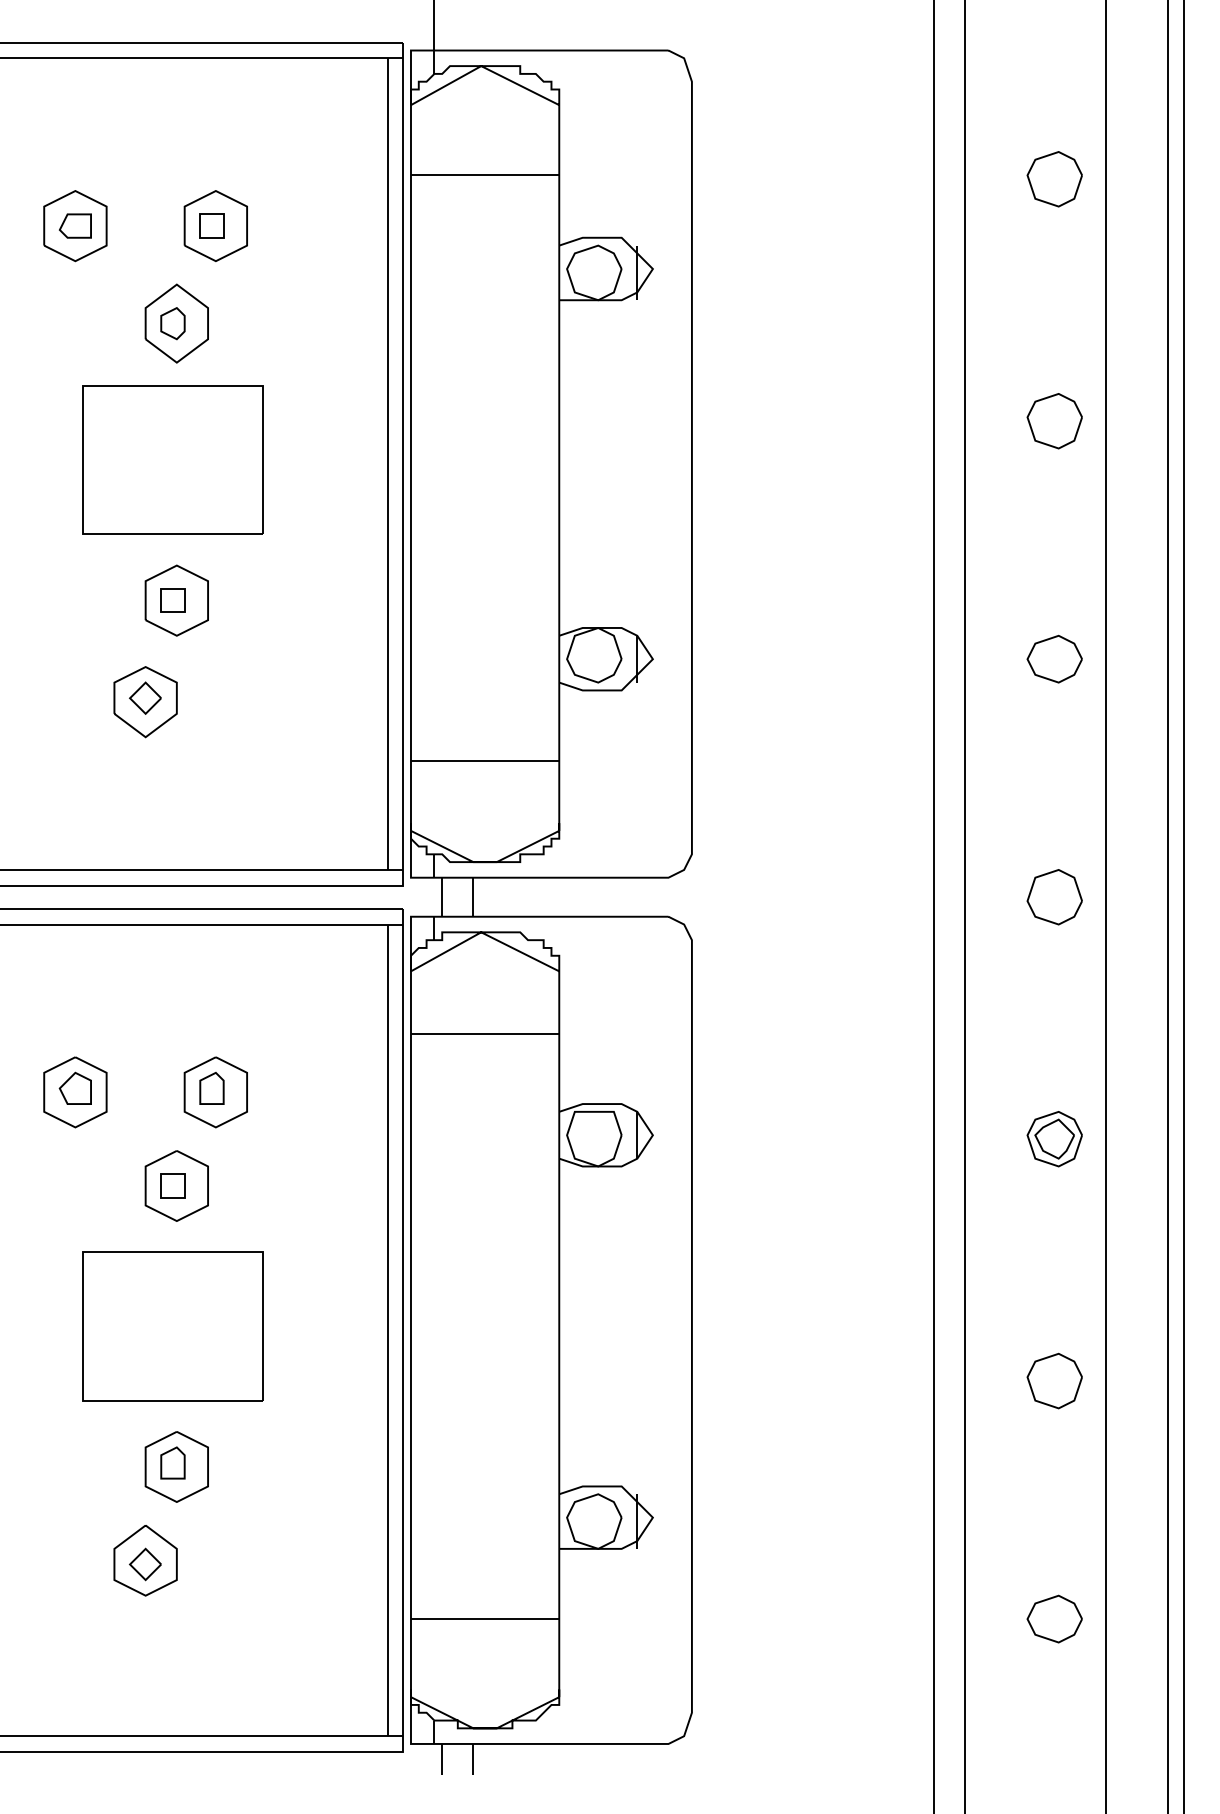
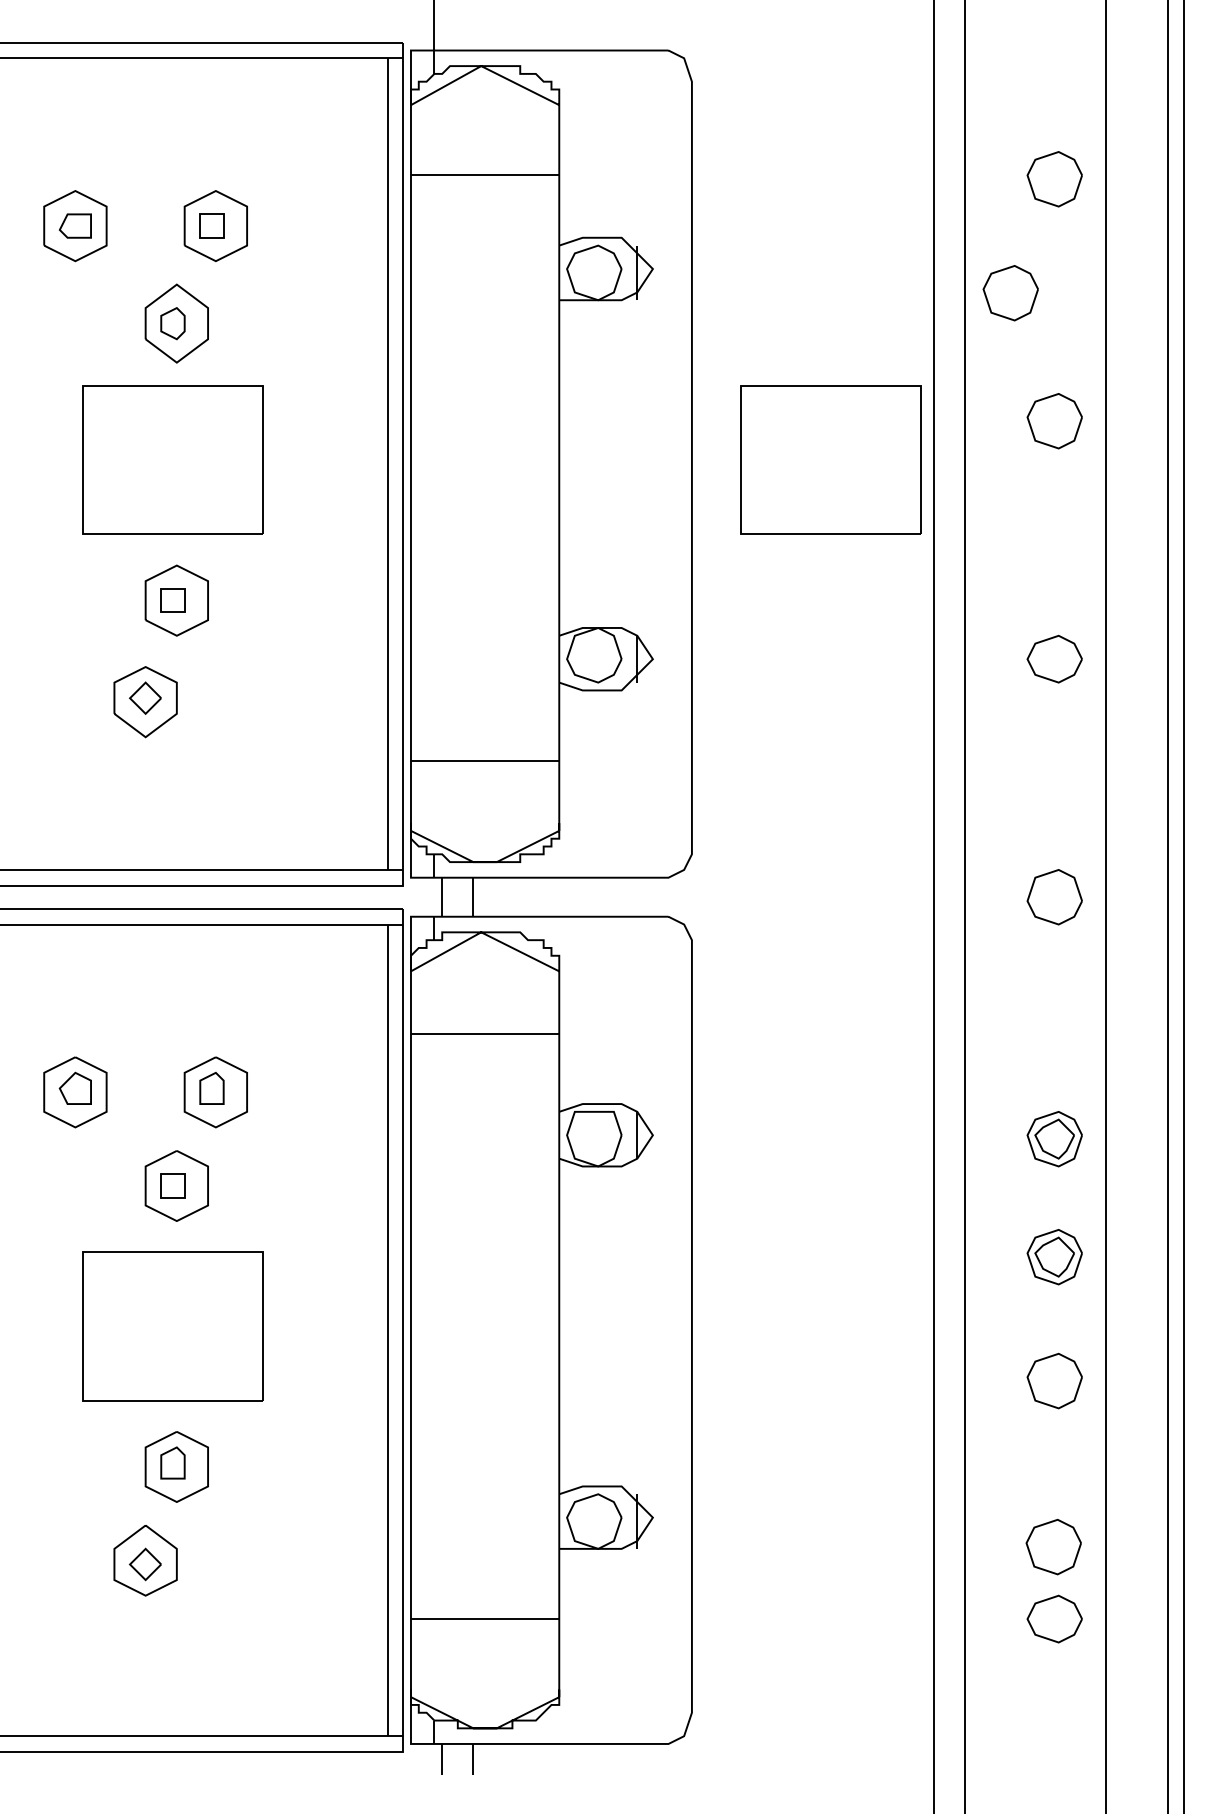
part at (1010, 293): none -> present
part at (830, 459): none -> present
part at (1054, 1257): none -> present
part at (1053, 1546): none -> present
